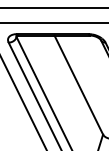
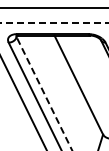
line at (54, 22): solid -> dashed
line at (44, 93): solid -> dashed
